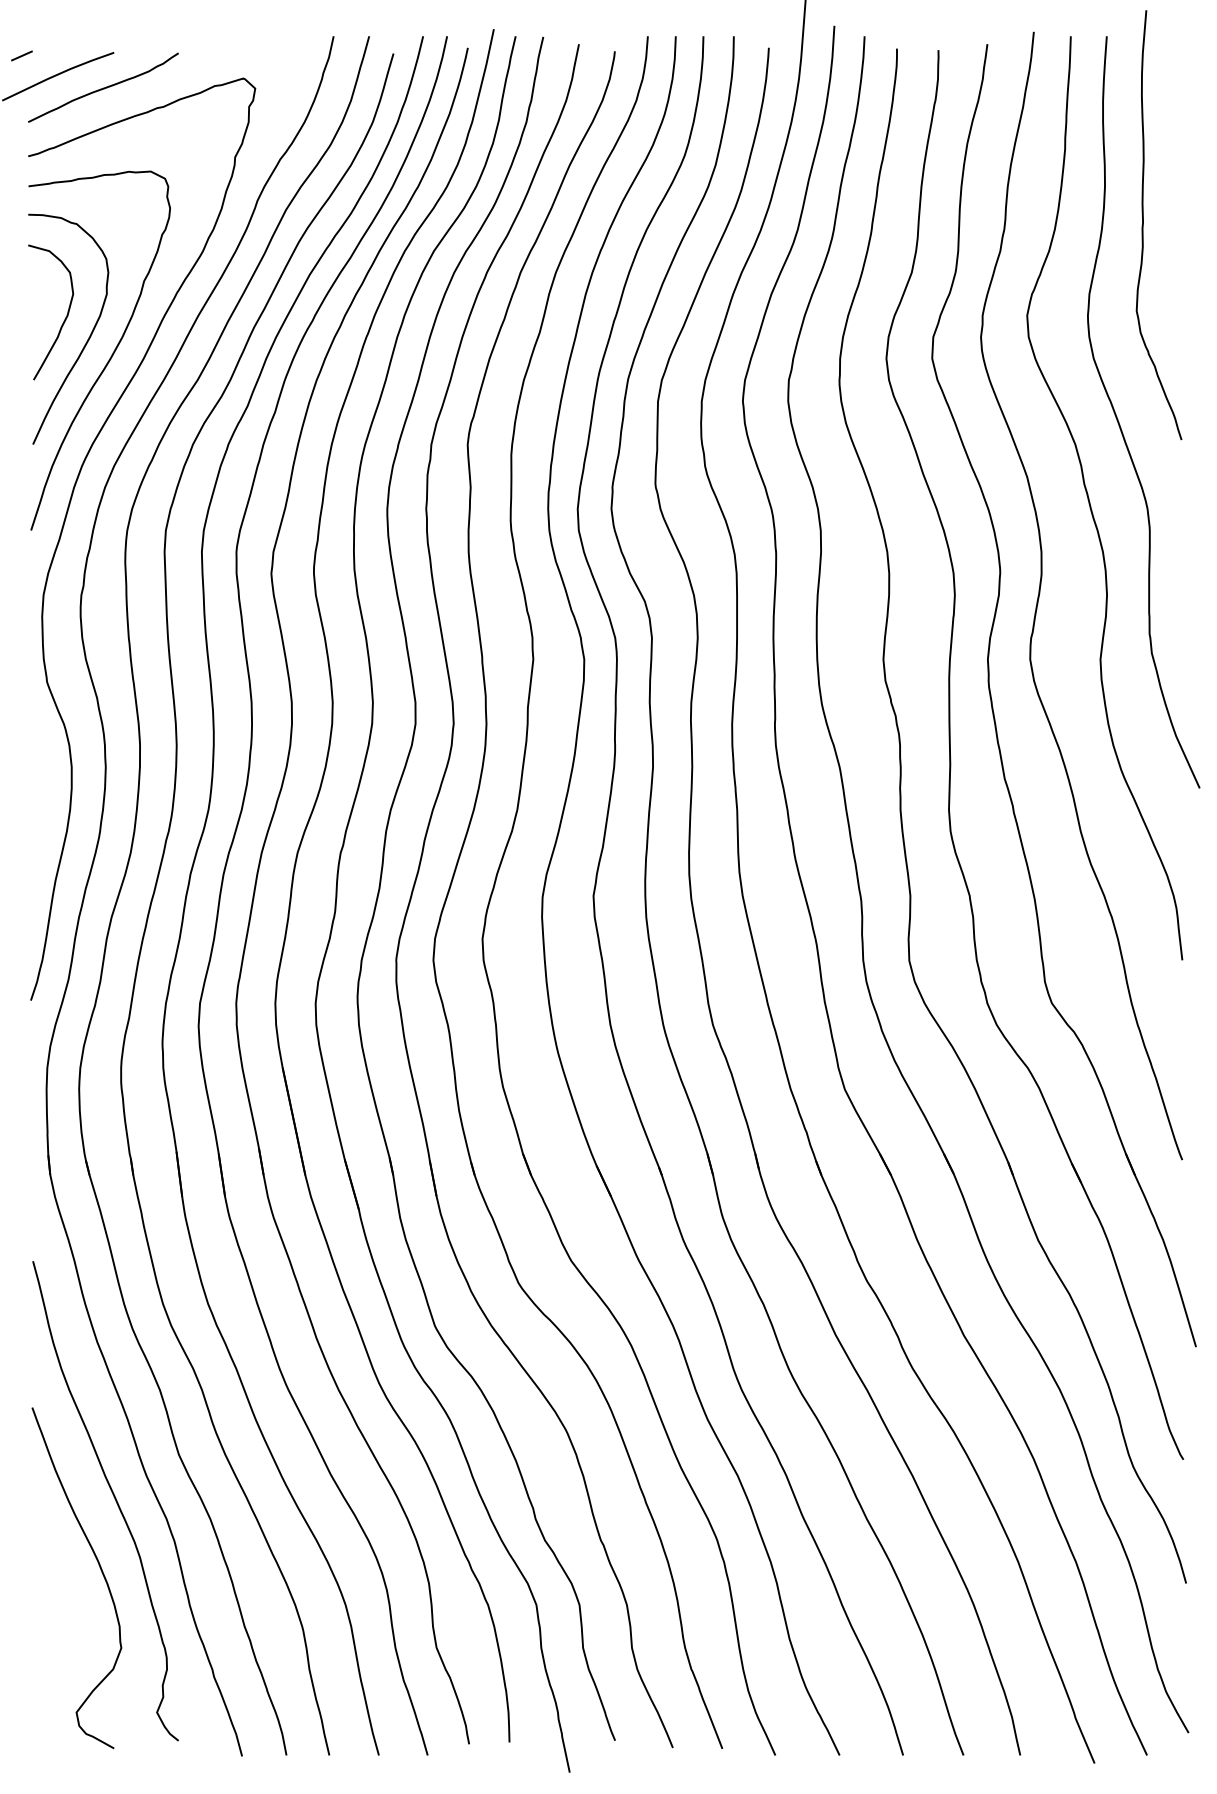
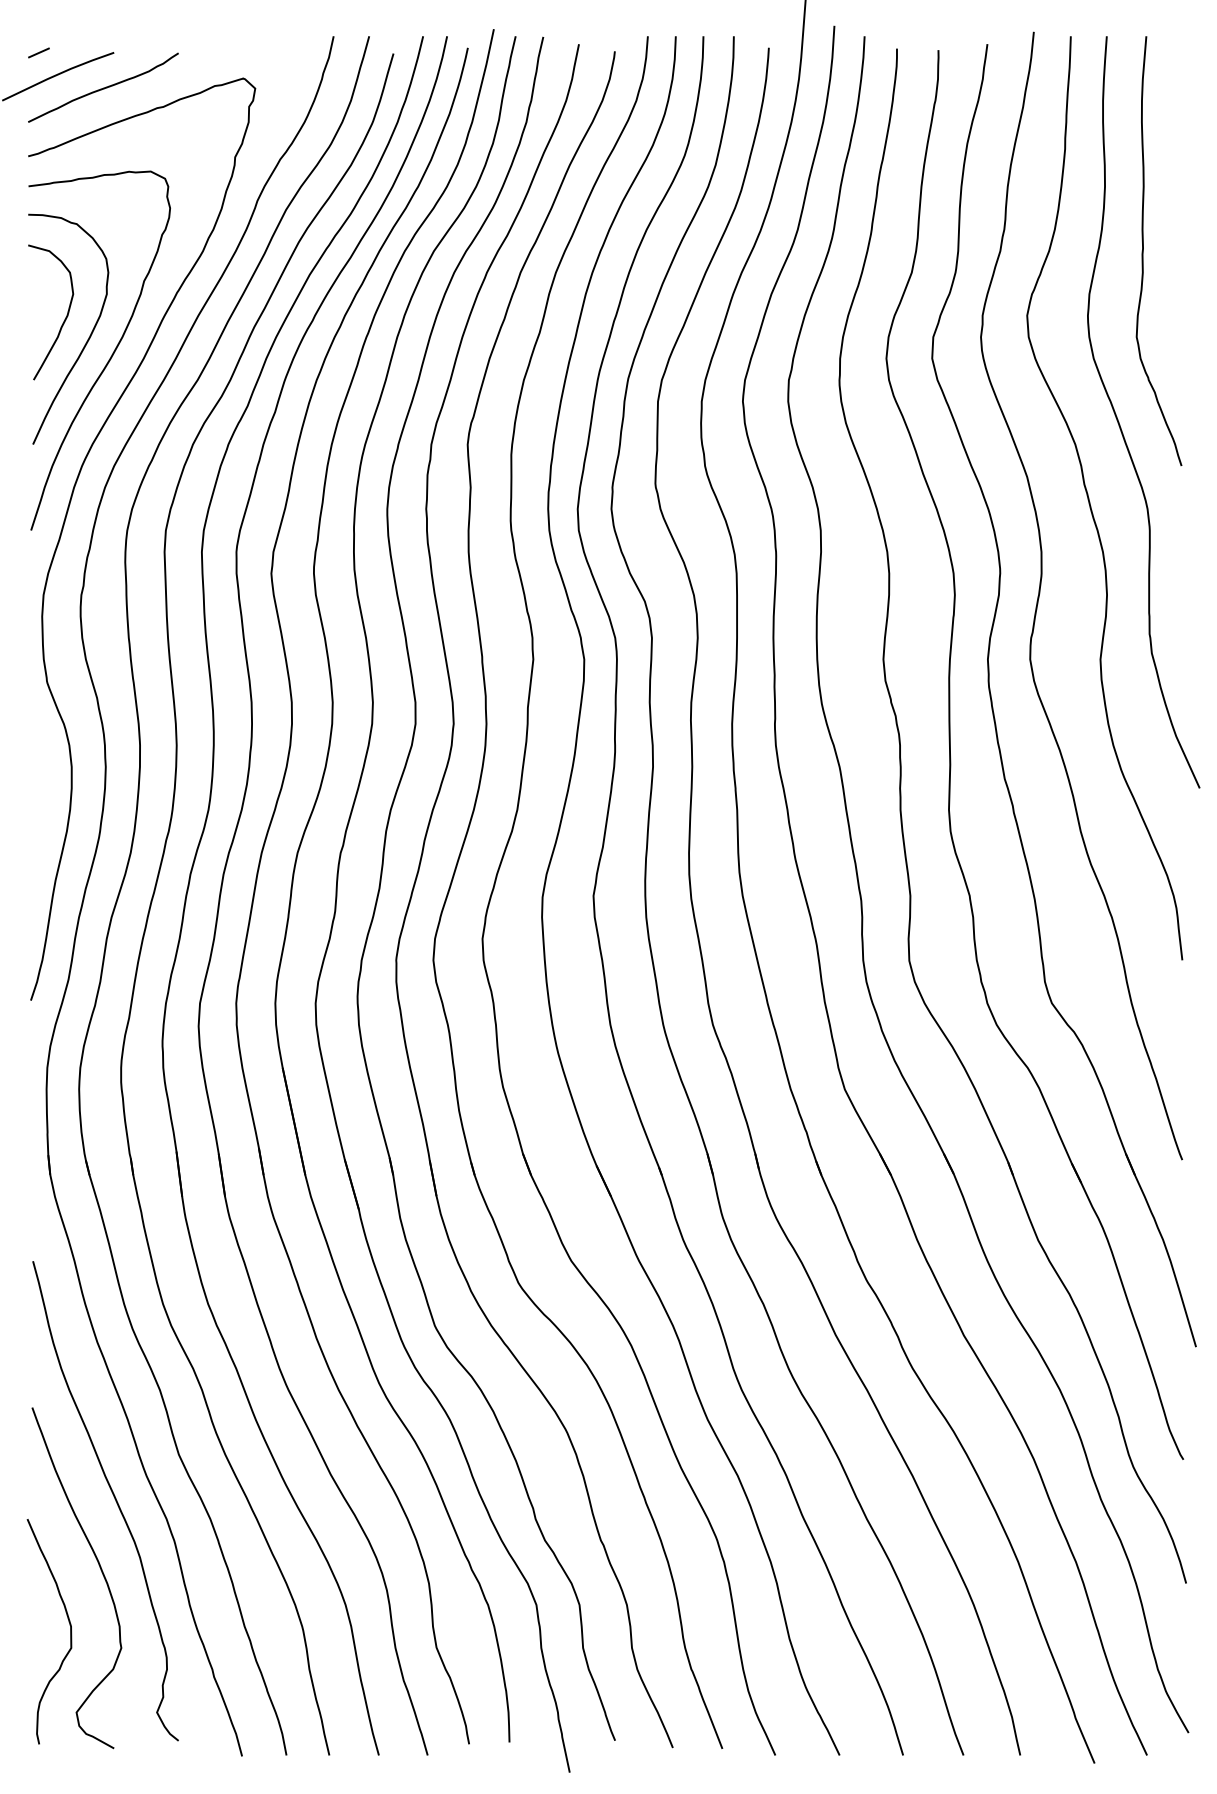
line at (21, 55) position: (21, 55) -> (38, 52)
curve at (1143, 224) position: (1143, 224) -> (1143, 250)
curve at (69, 1625): none -> present
